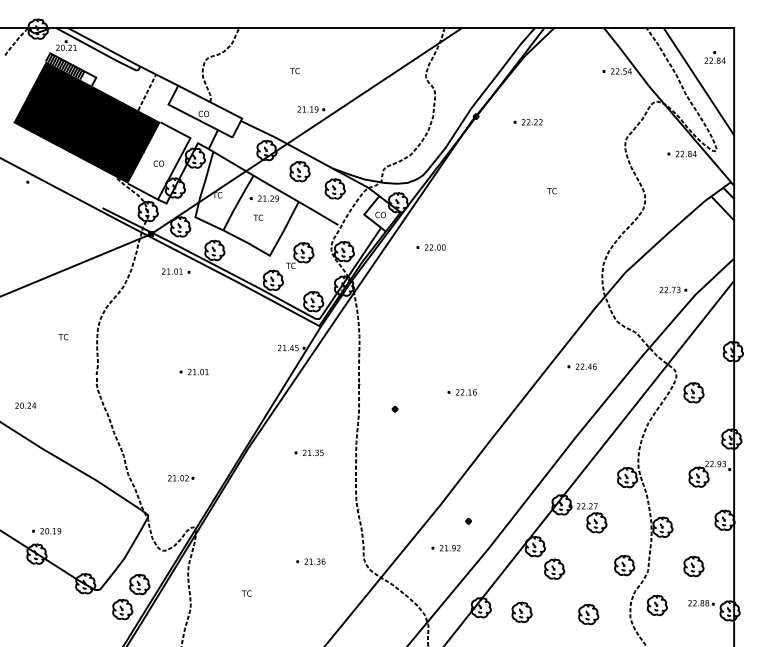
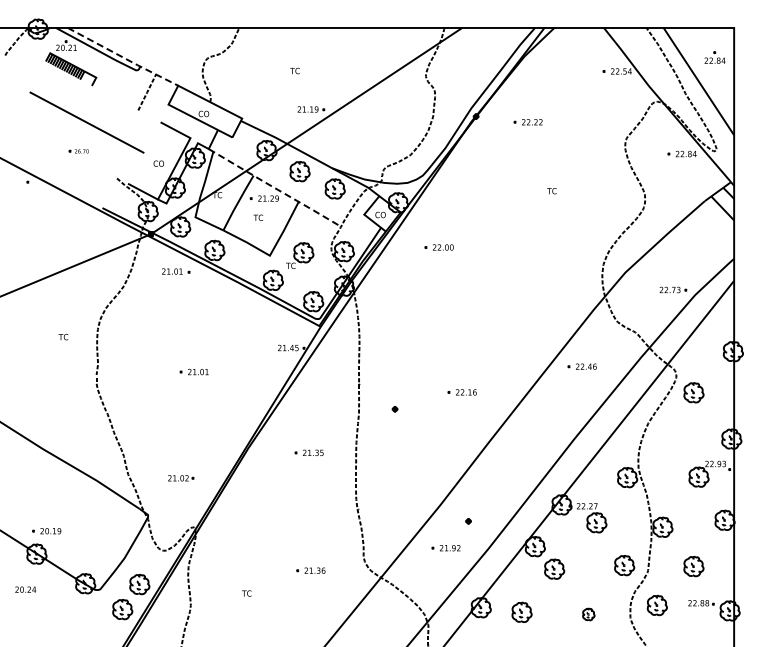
line at (123, 57): solid -> dashed
fill at (86, 122): present -> none
line at (273, 187): solid -> dashed
part at (430, 247) position: (430, 247) -> (438, 247)
text at (25, 405) position: (25, 405) -> (25, 589)
part at (310, 561) position: (310, 561) -> (310, 570)
part at (588, 614) size: 22x23 px -> 14x15 px
